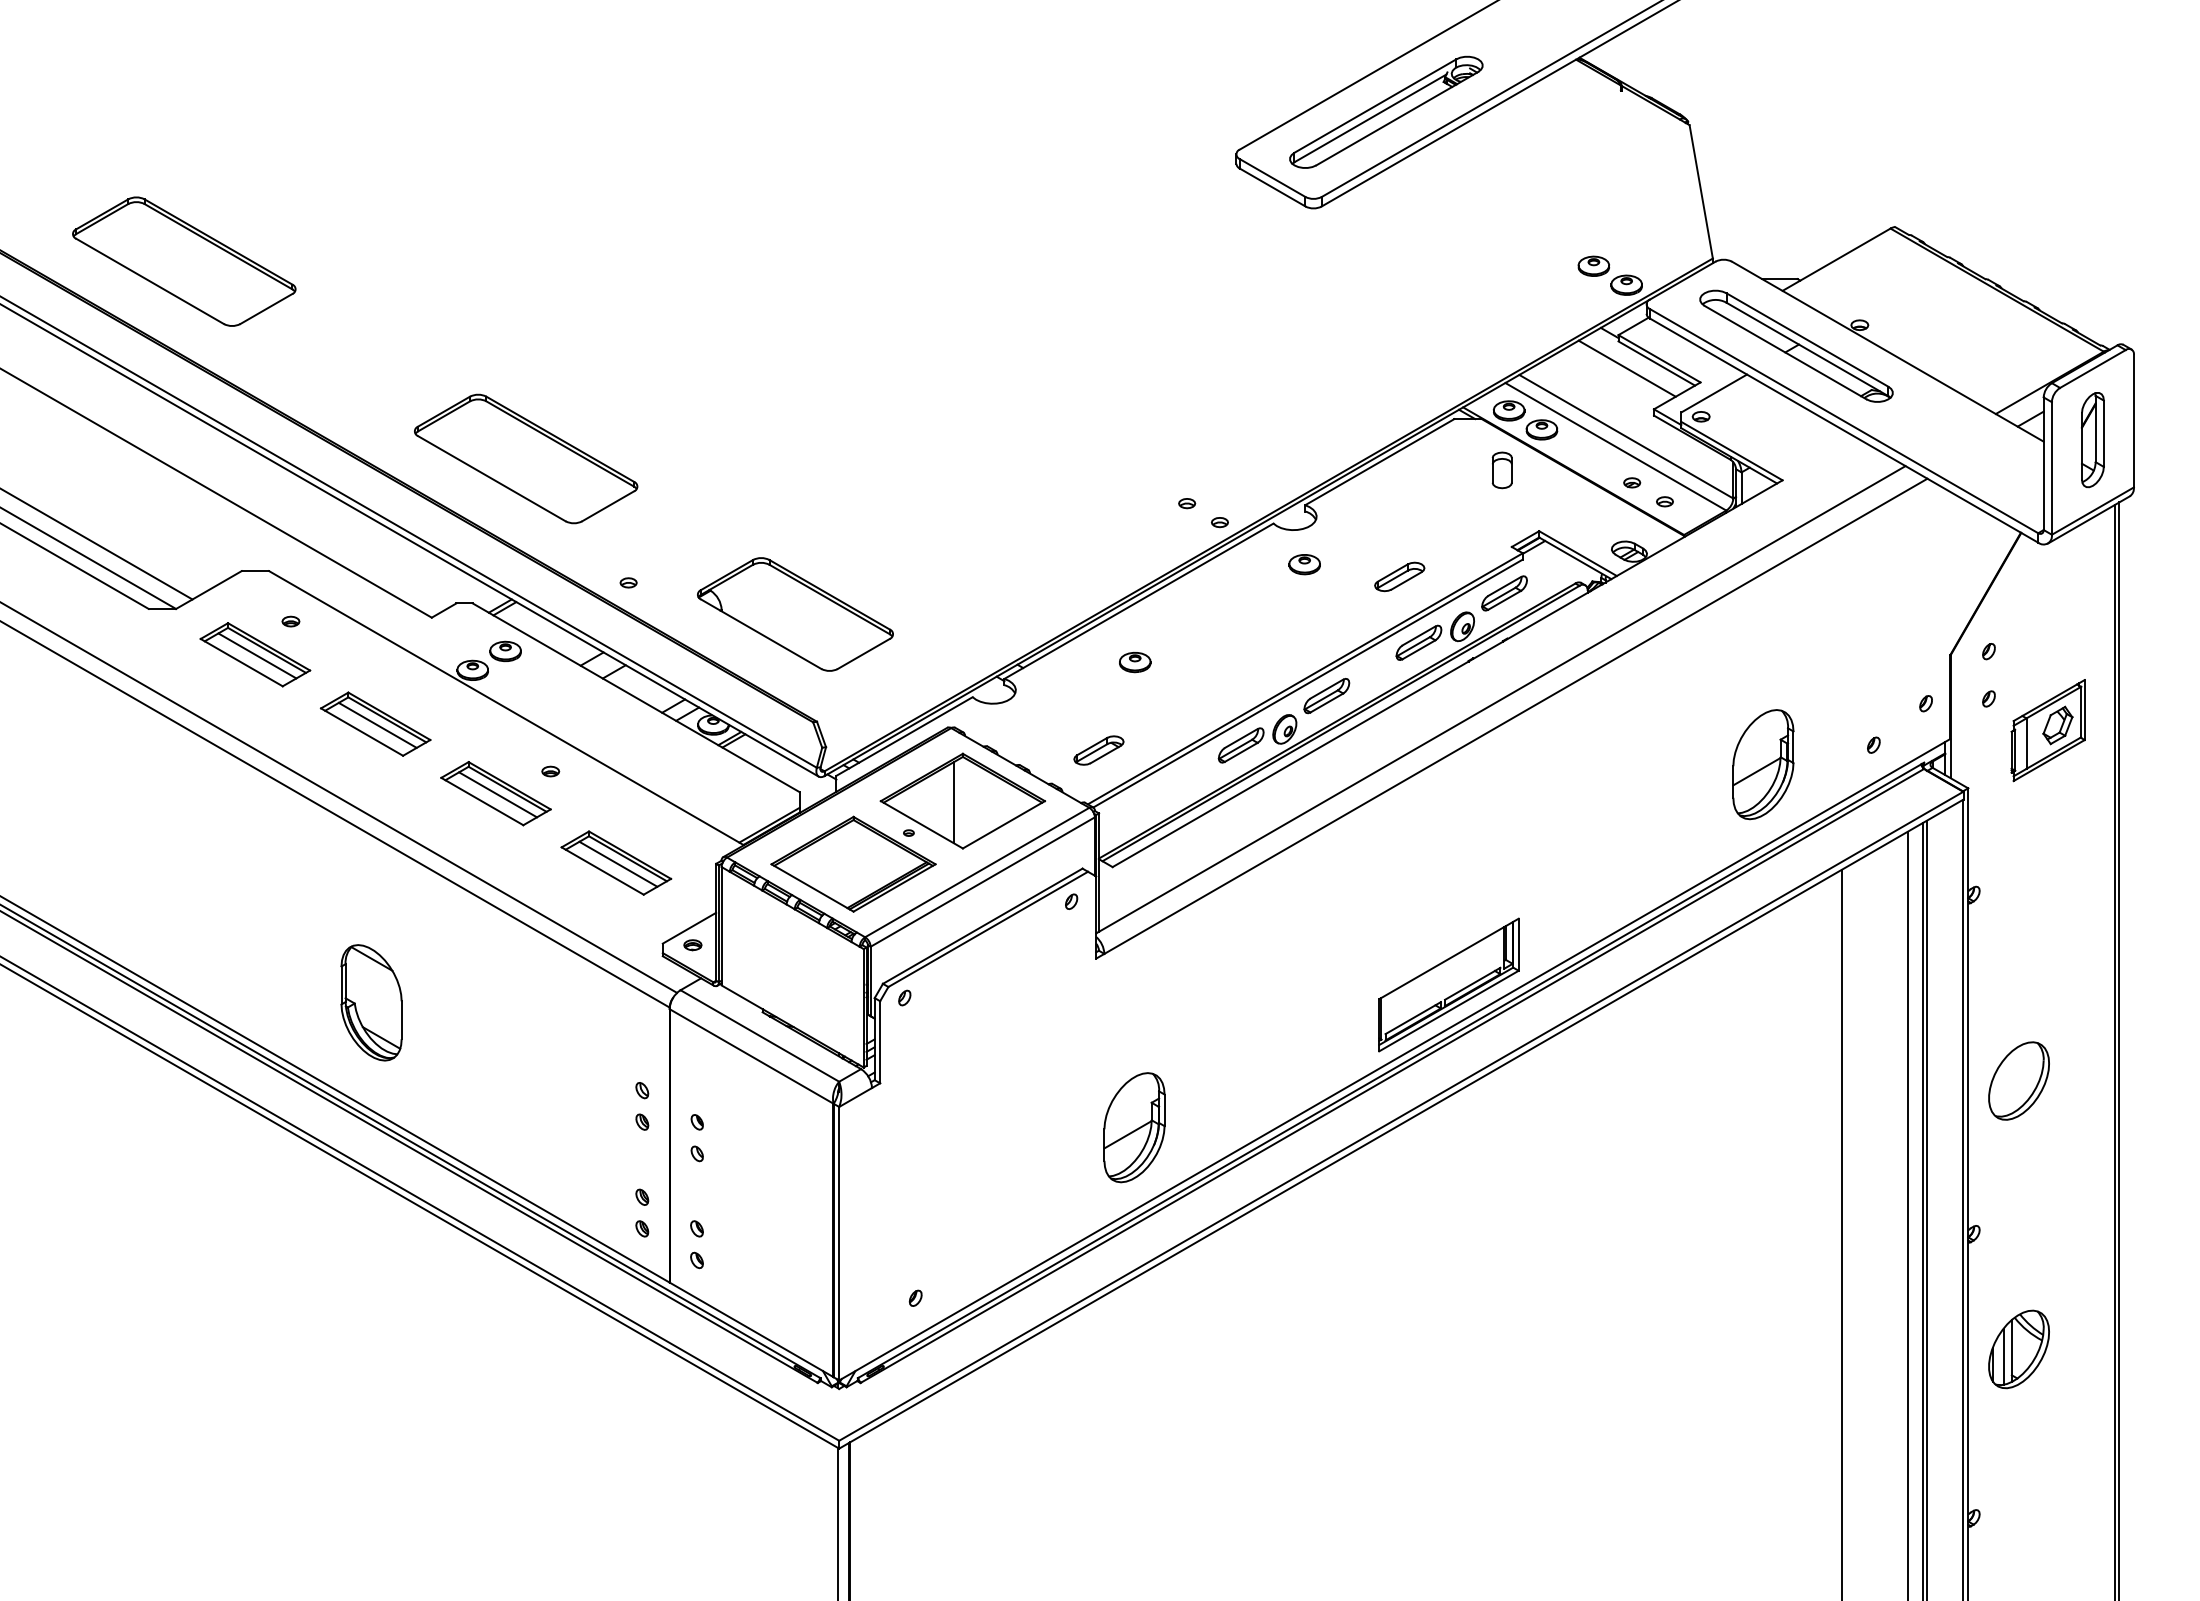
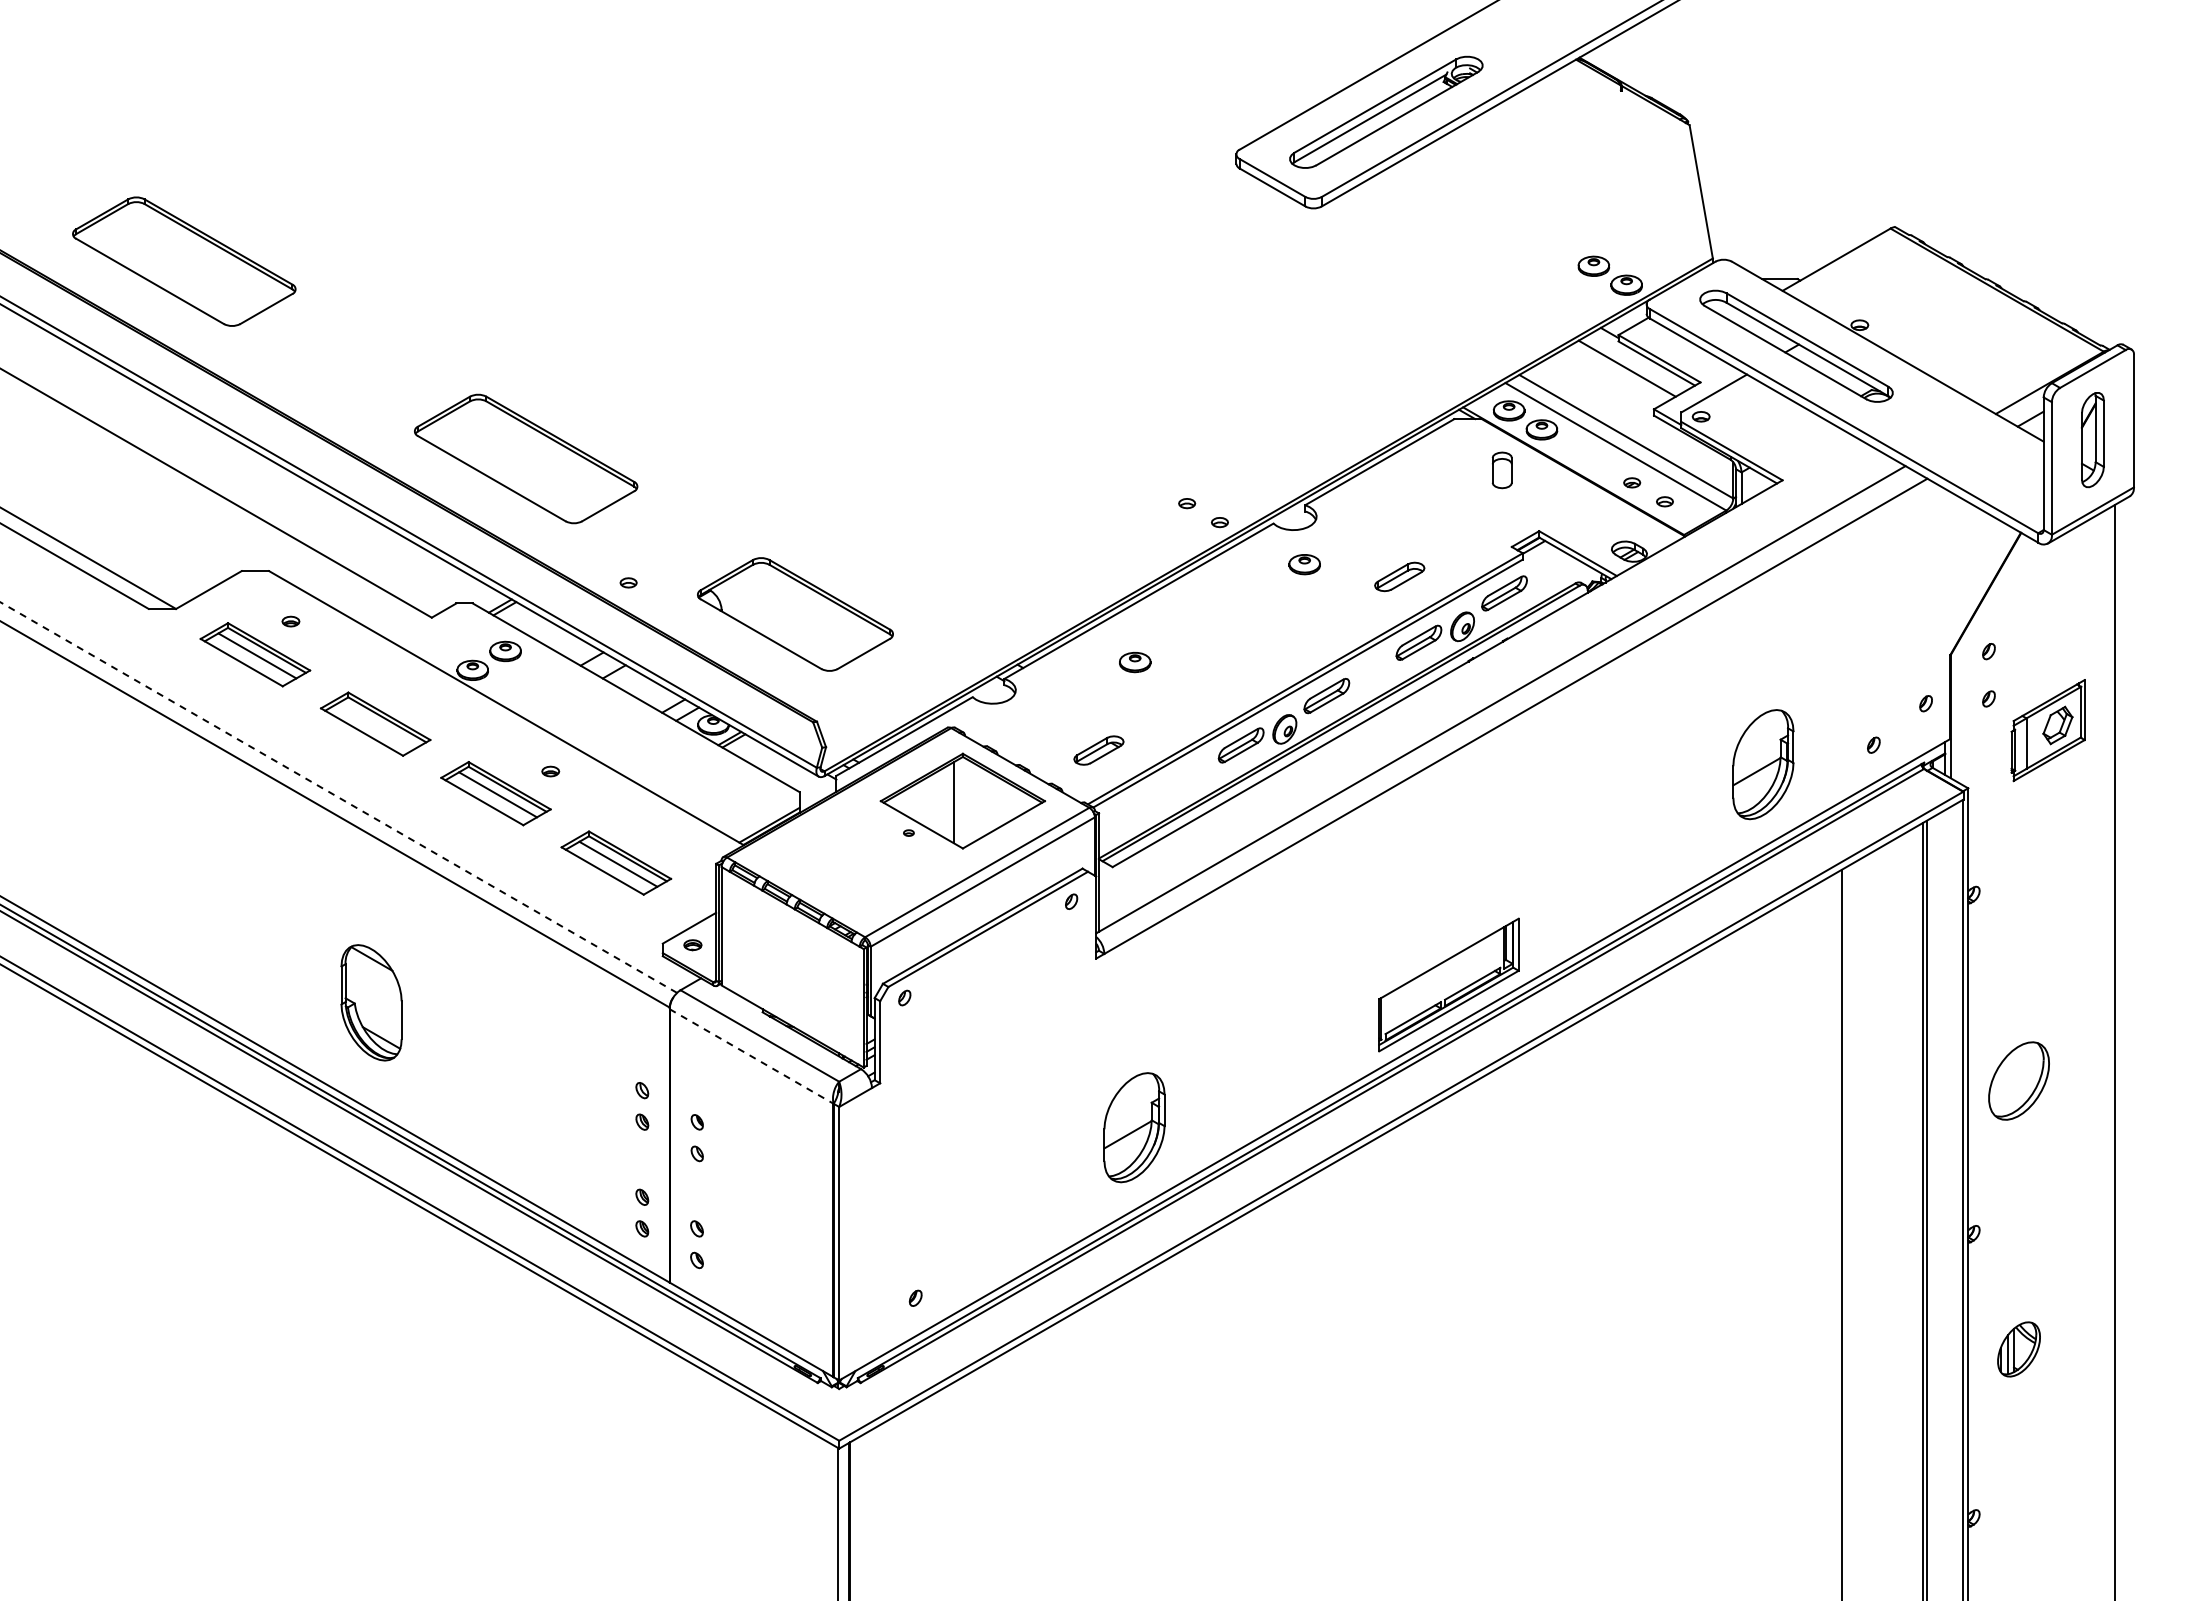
line at (97, 544): present -> none
line at (377, 724): present -> none
line at (338, 797): solid -> dashed
part at (853, 863): present -> none
line at (2119, 1049): present -> none
line at (751, 1056): solid -> dashed
line at (1908, 1214): present -> none
part at (2018, 1349) size: 62x81 px -> 44x57 px
